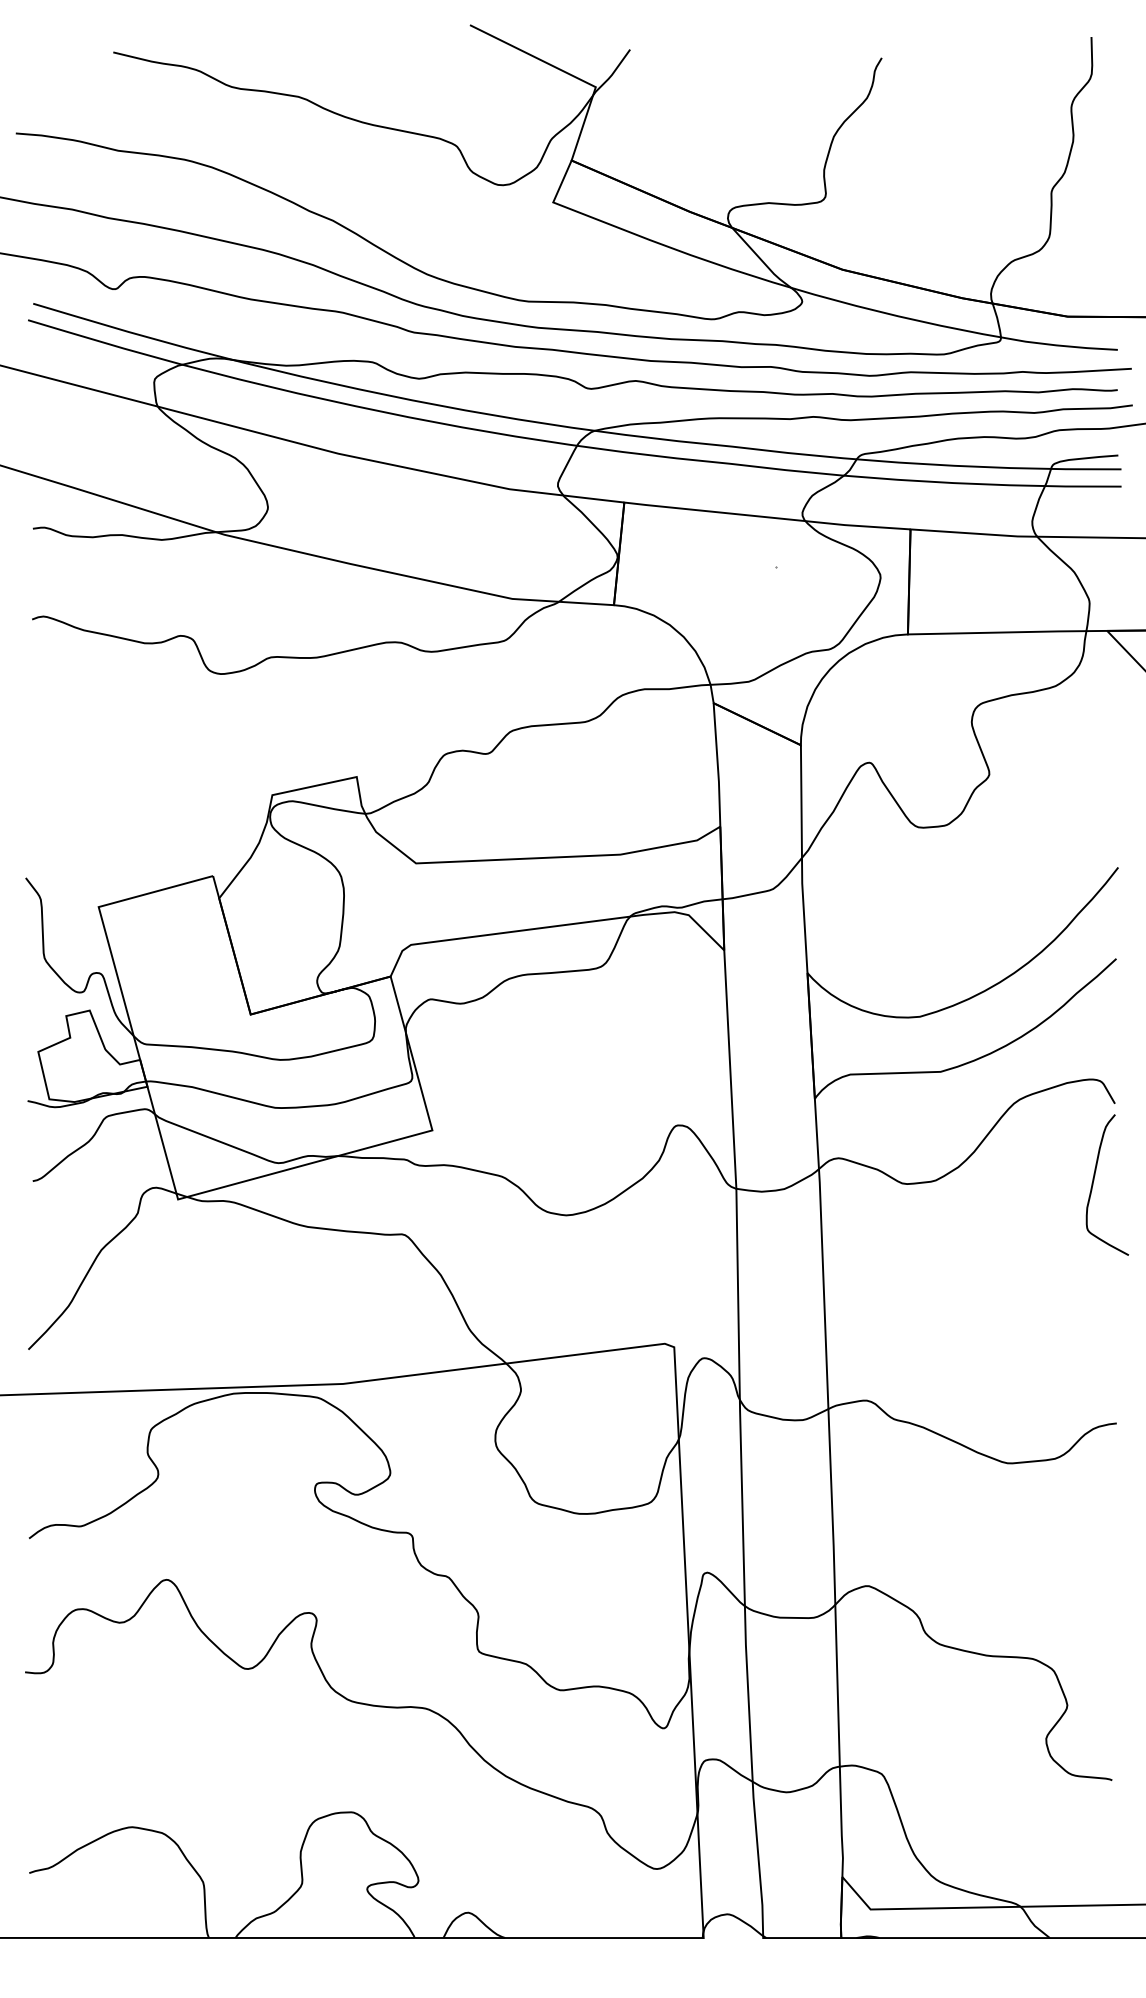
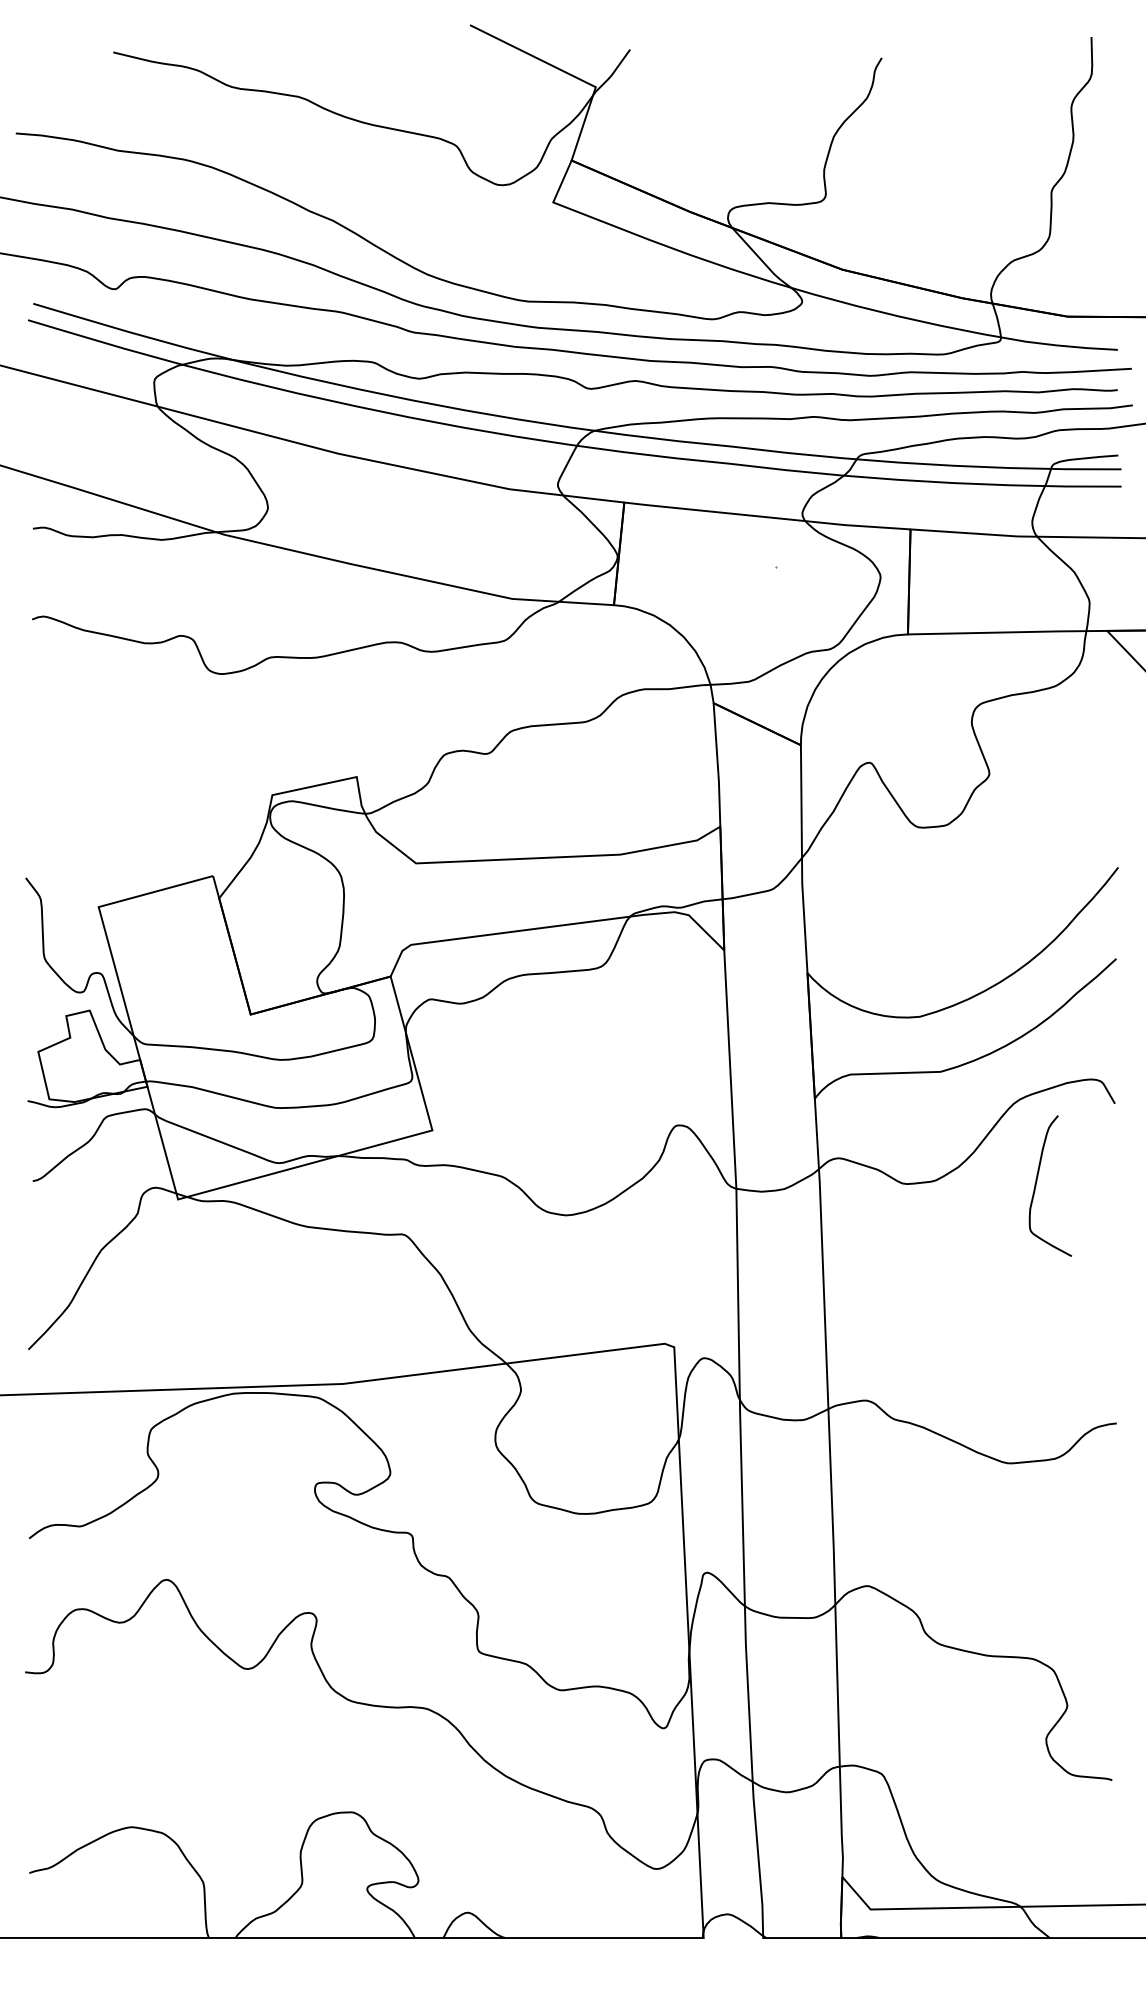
curve at (1094, 1180) position: (1094, 1180) -> (1037, 1181)
